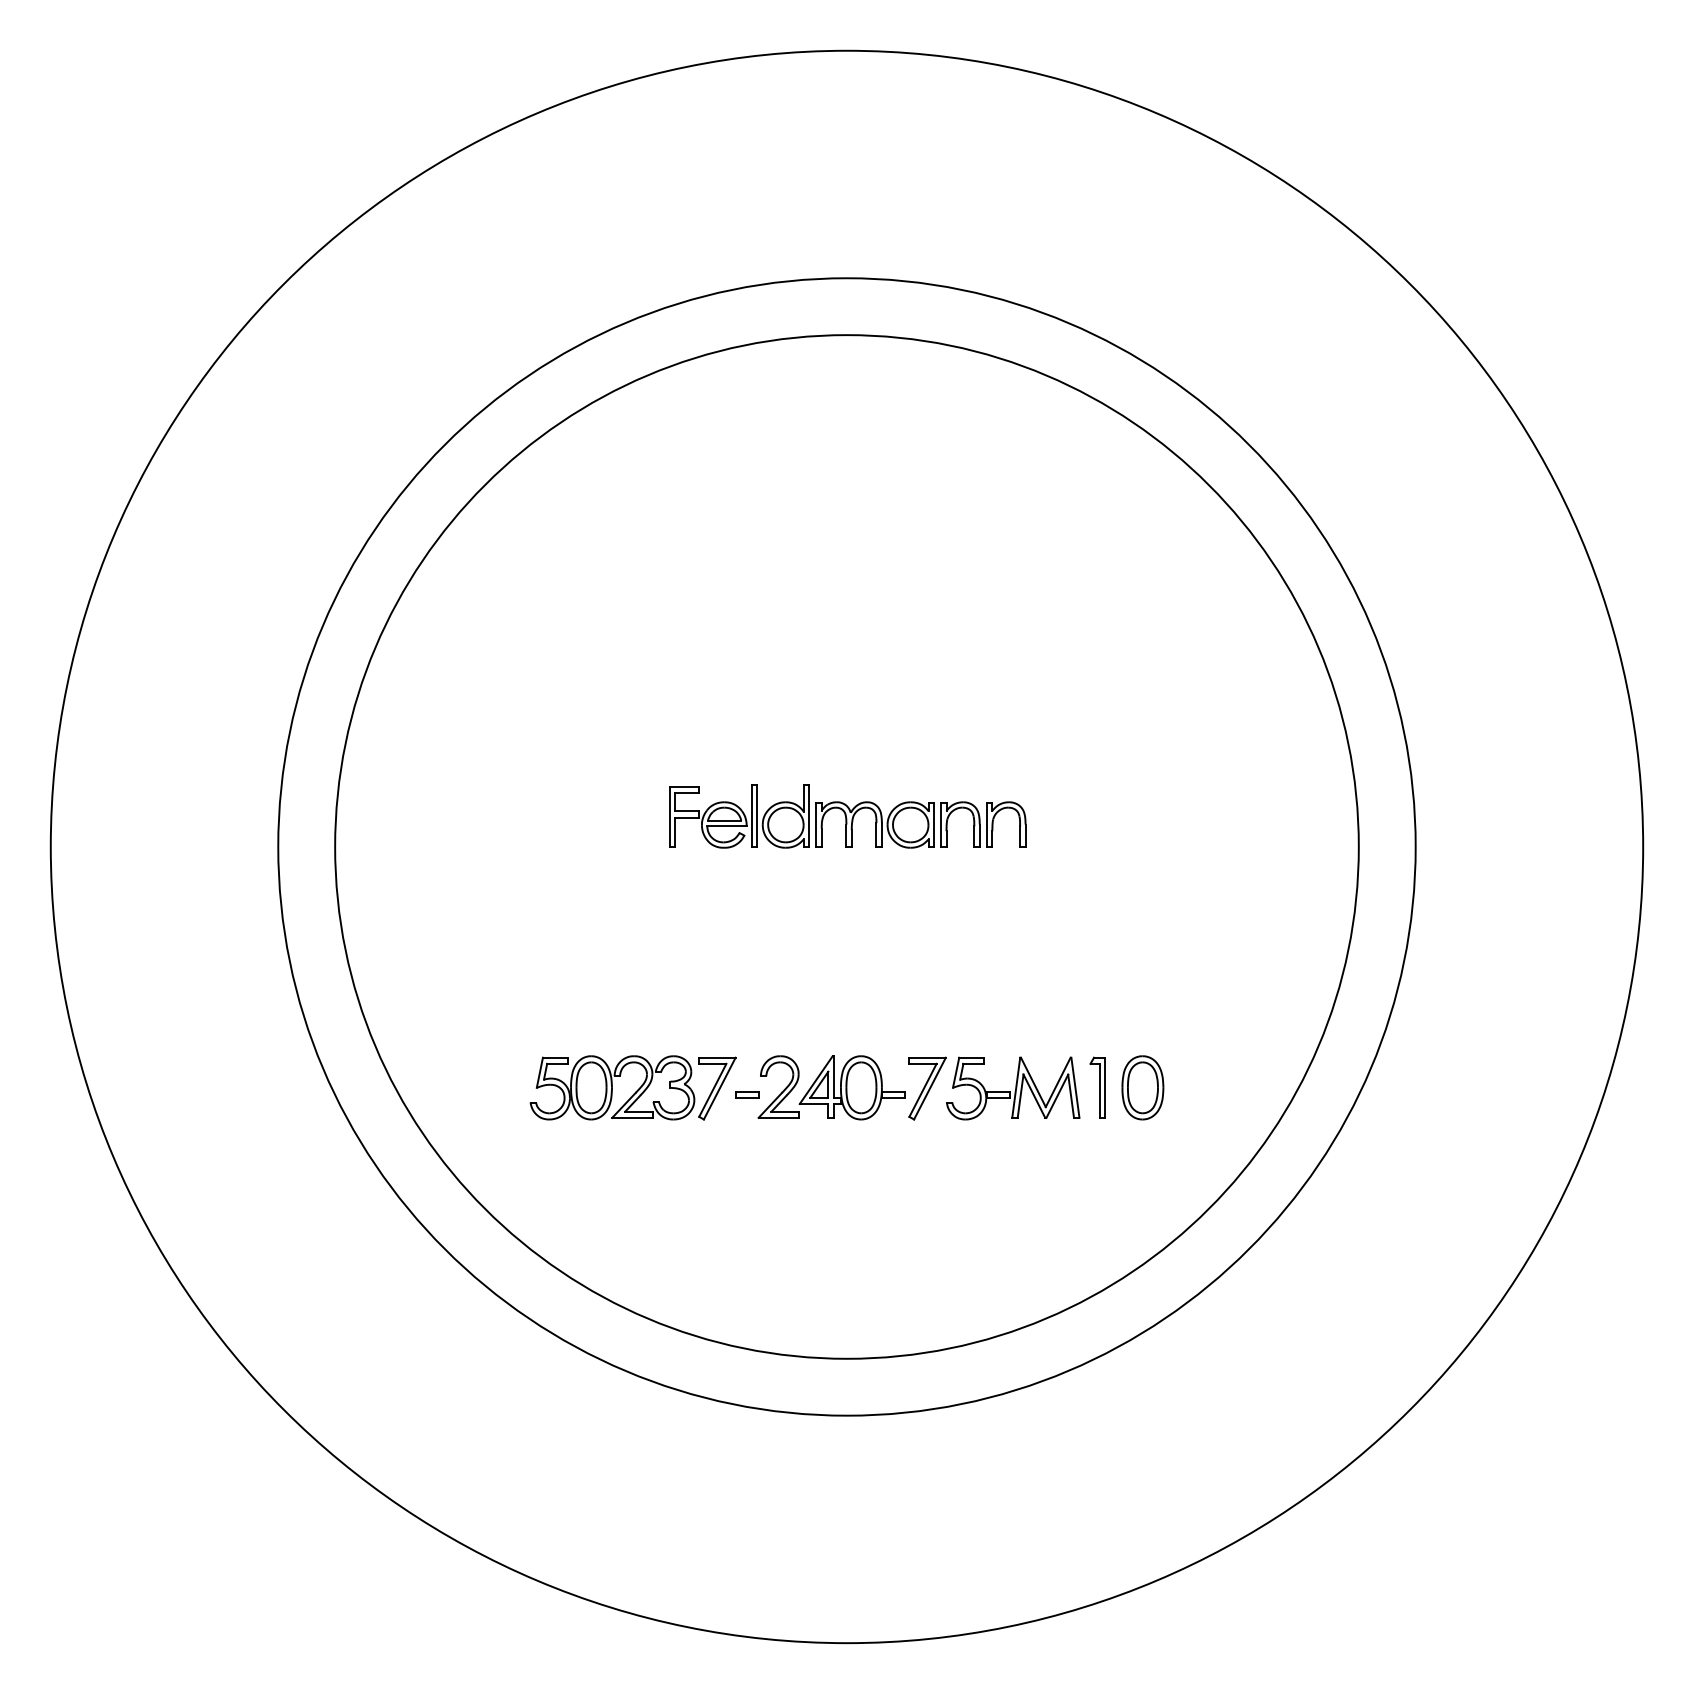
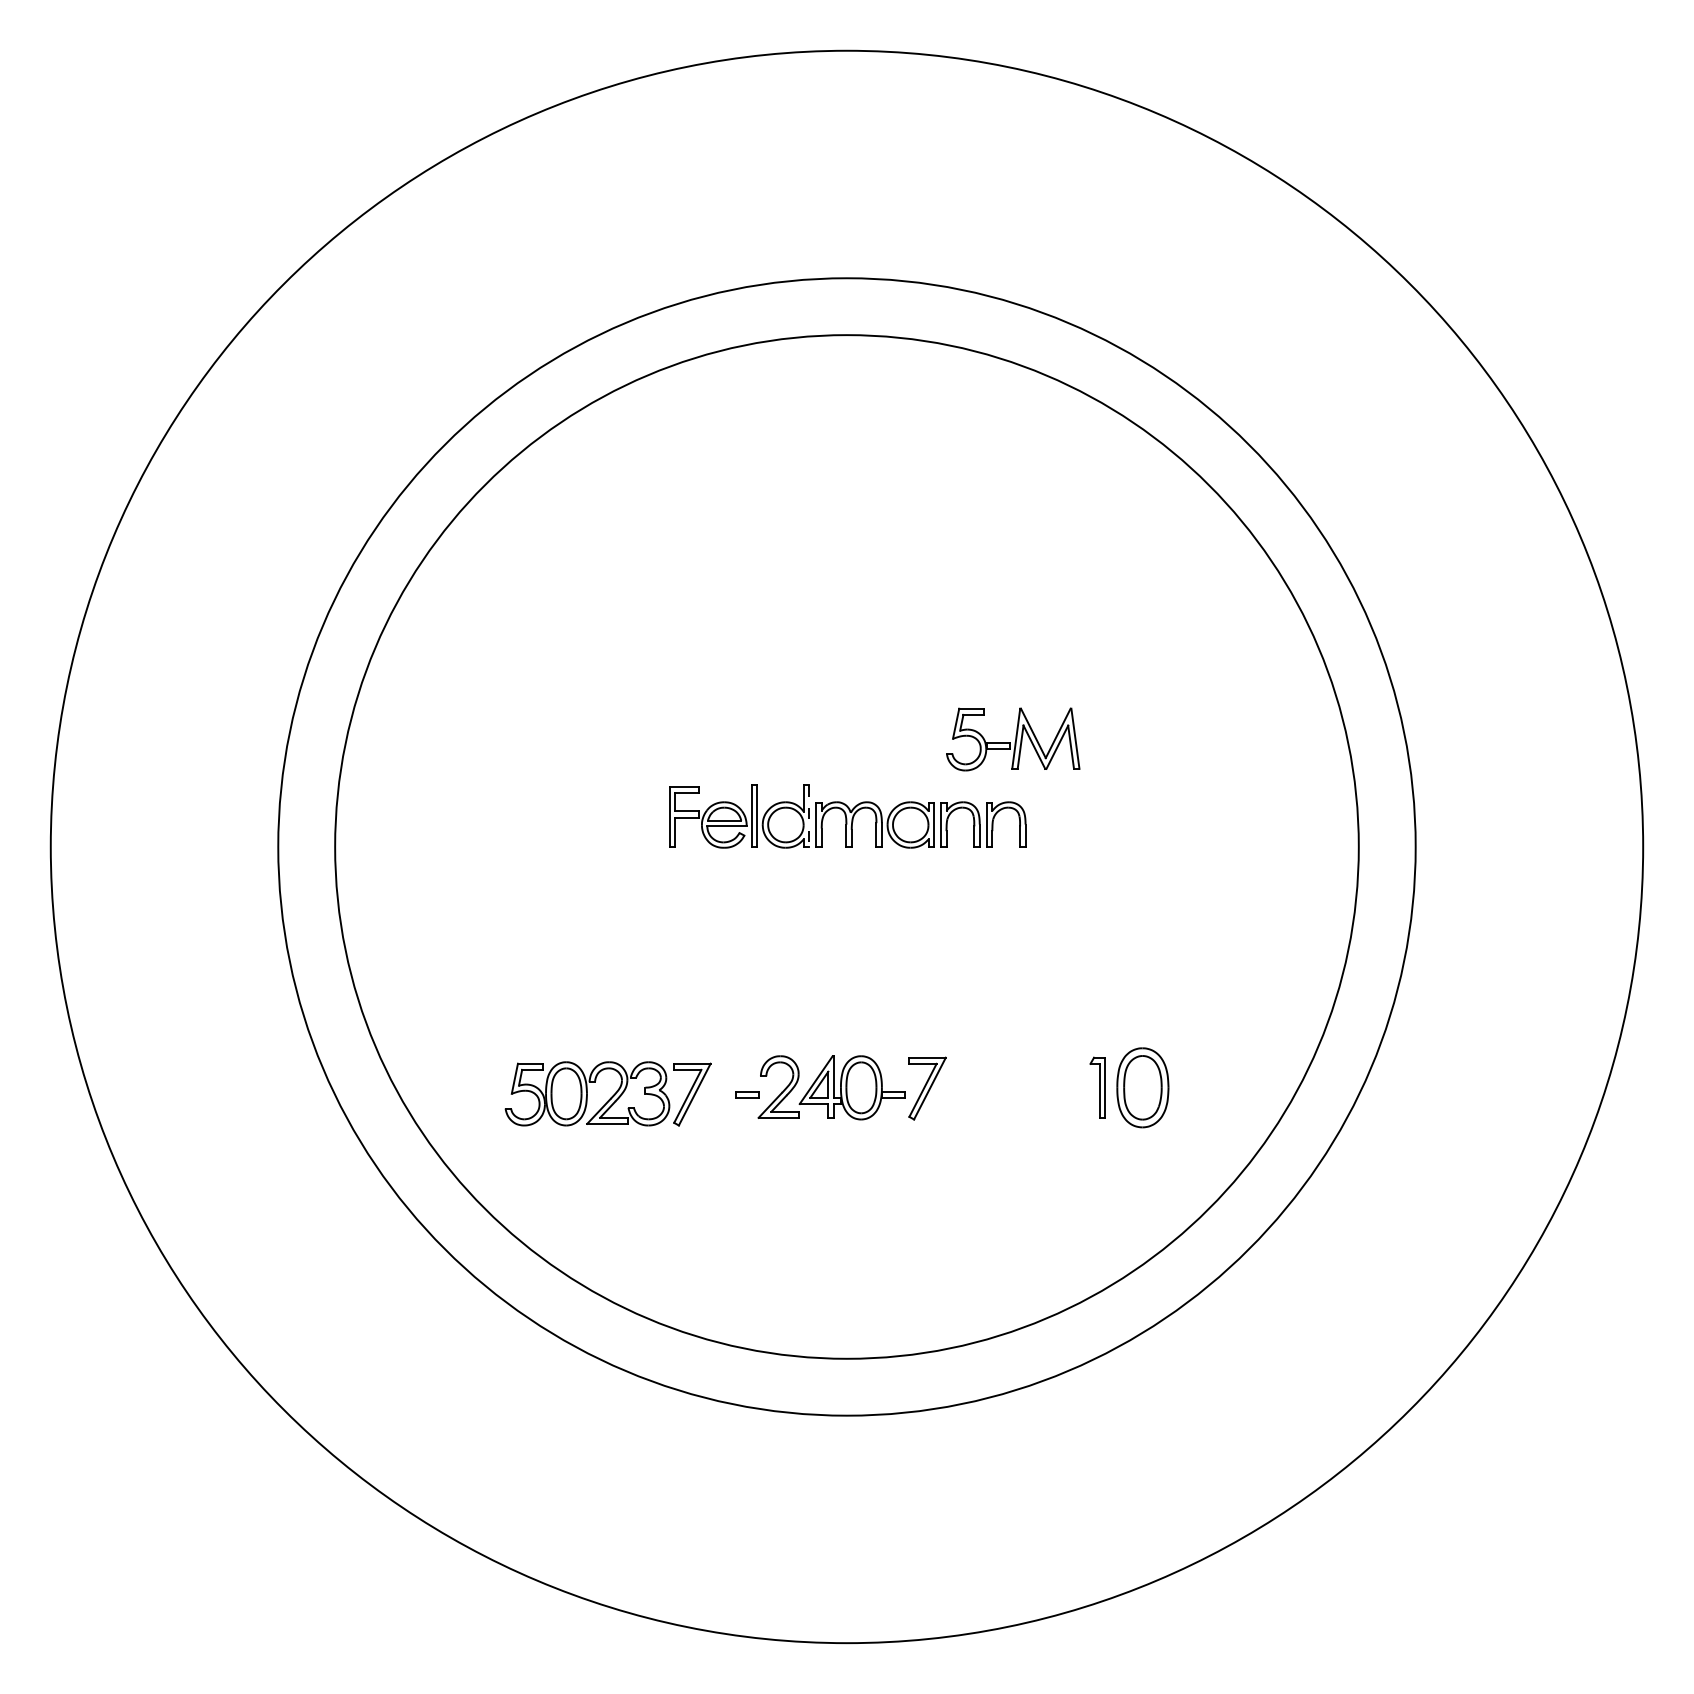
line at (809, 816): solid -> dashed
part at (632, 1087) position: (632, 1087) -> (607, 1093)
part at (1142, 1087) size: 44x66 px -> 54x82 px
part at (1013, 1088) position: (1013, 1088) -> (1013, 739)
